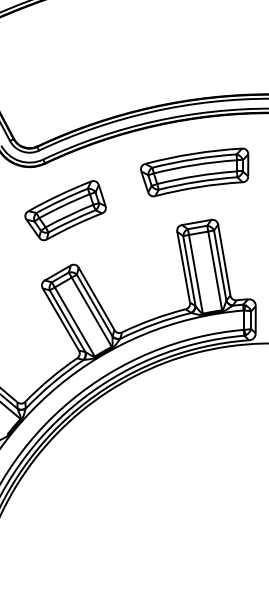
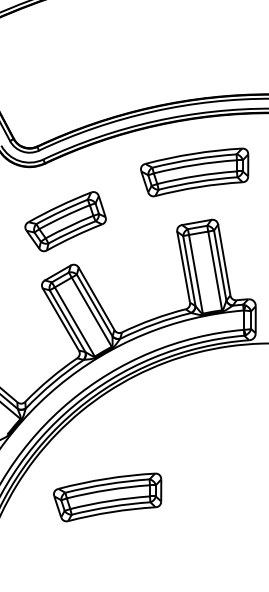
part at (65, 210) position: (65, 210) -> (65, 221)
part at (107, 497): none -> present
